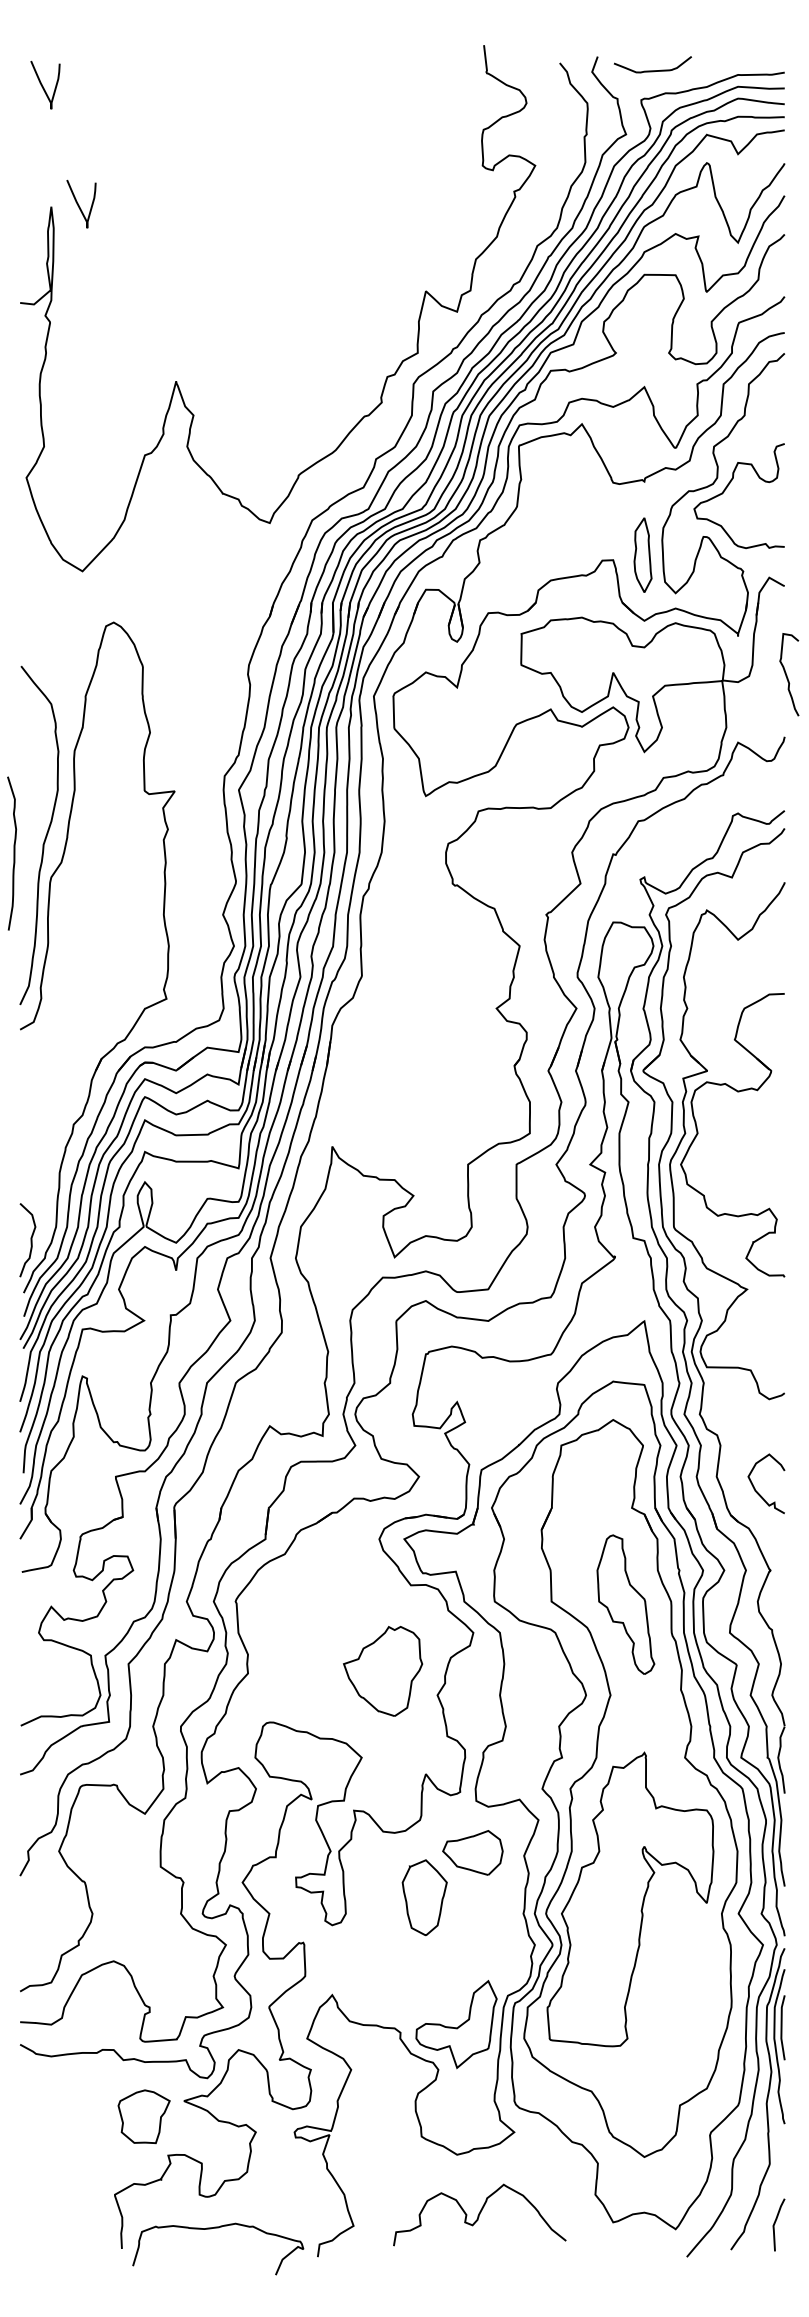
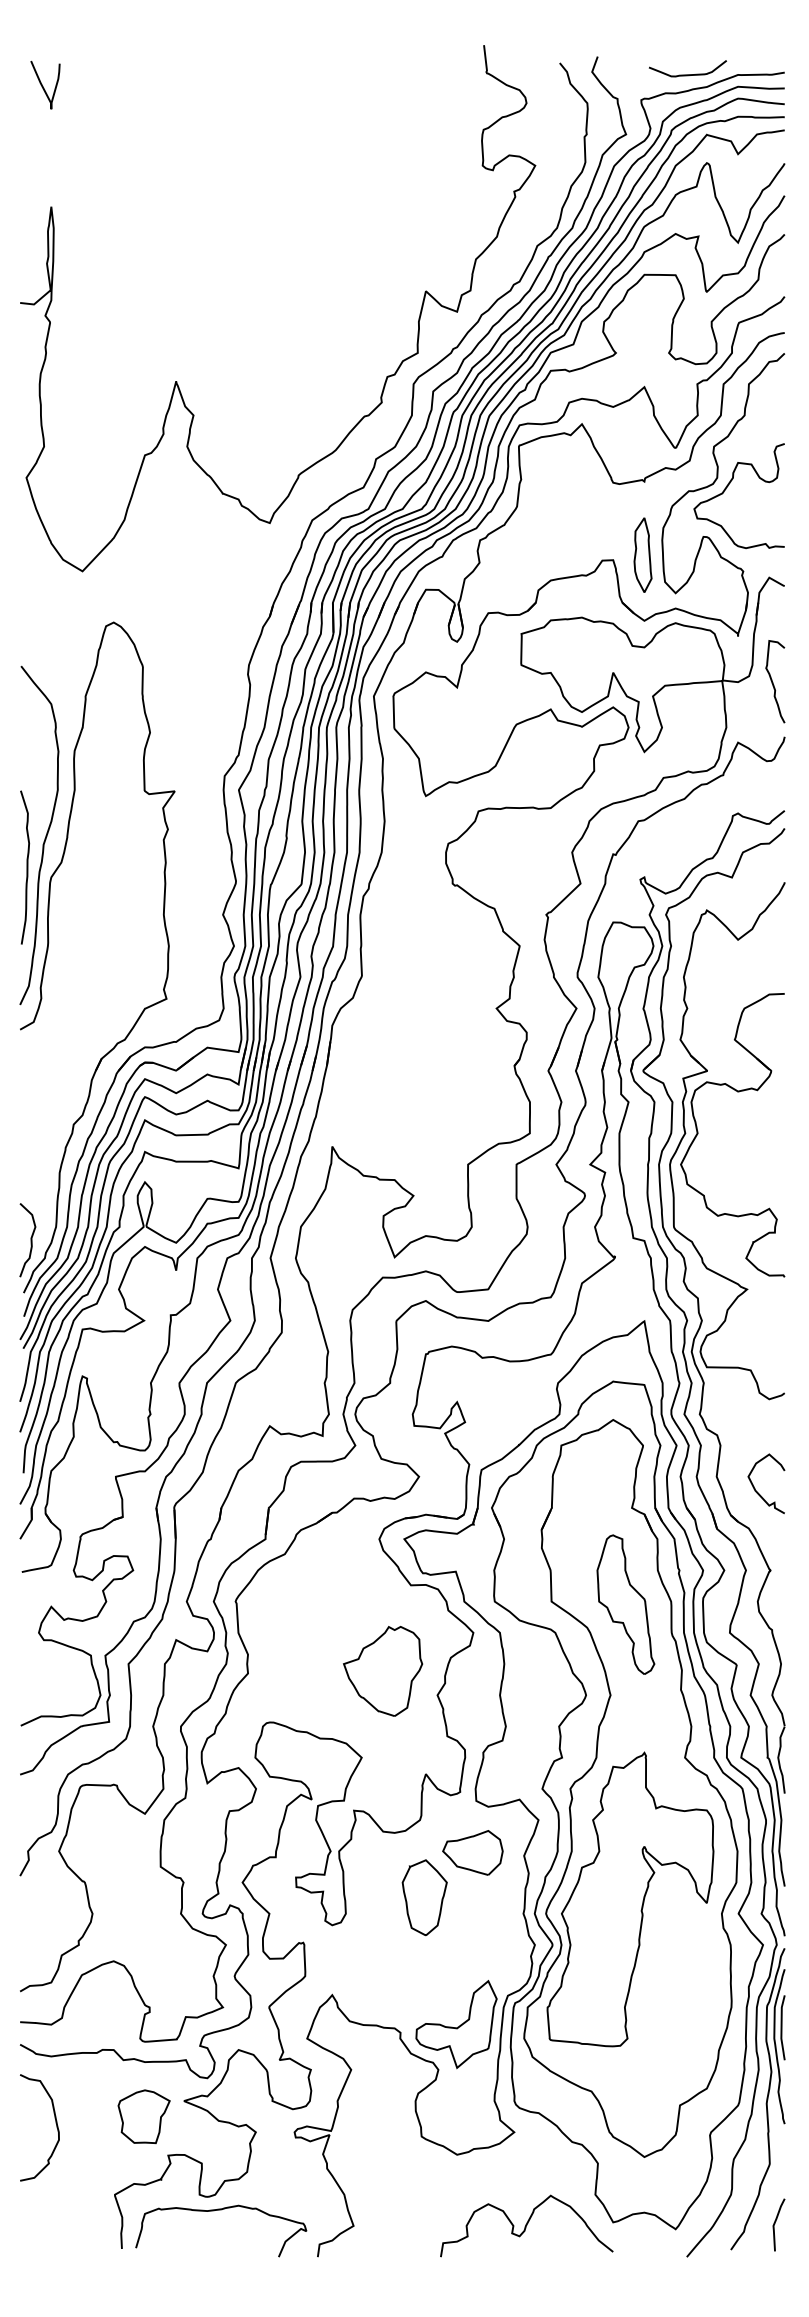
curve at (652, 70) position: (652, 70) -> (687, 74)
curve at (79, 205): present -> none
curve at (787, 675) position: (787, 675) -> (773, 682)
curve at (13, 853) position: (13, 853) -> (26, 867)
curve at (55, 2123): none -> present
curve at (479, 2214) position: (479, 2214) -> (526, 2225)
curve at (218, 2228) position: (218, 2228) -> (221, 2210)
